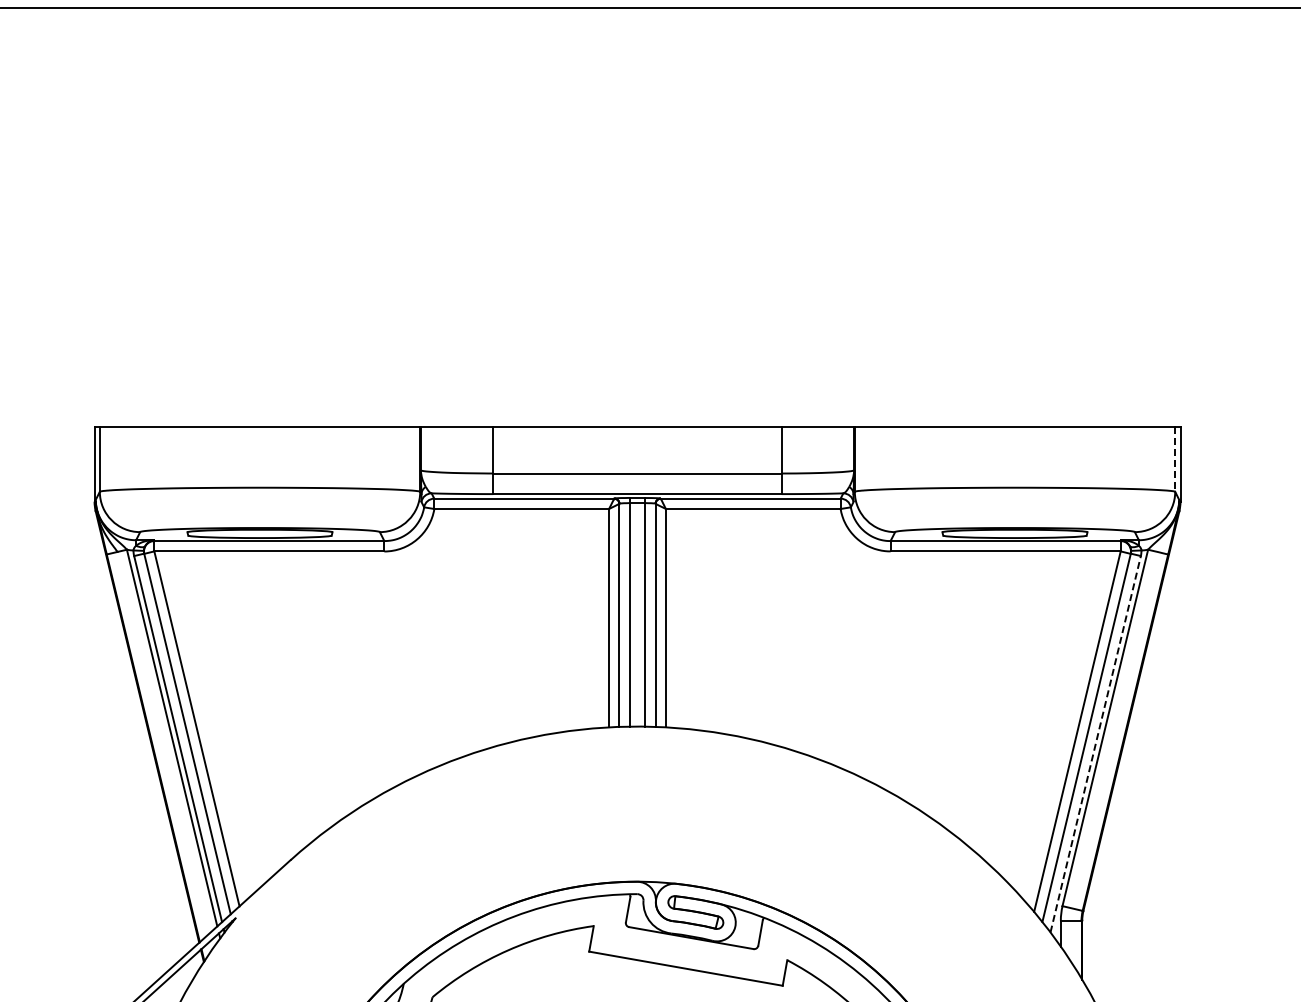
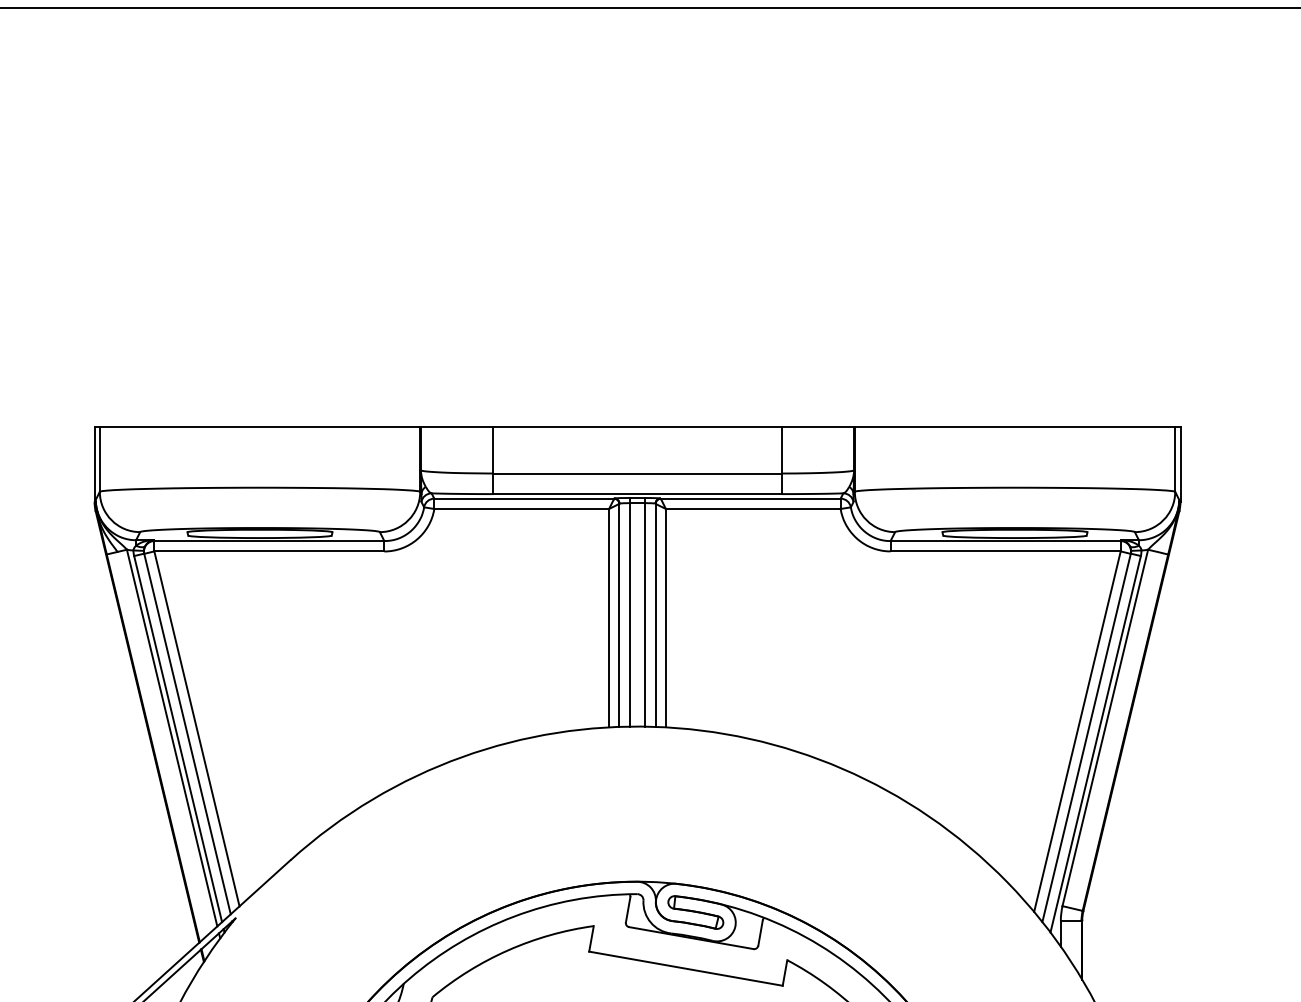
line at (1175, 459): dashed -> solid
line at (1095, 744): dashed -> solid
